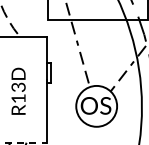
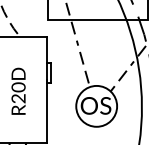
text at (18, 92): R13D -> R20D
line at (24, 142): dashed -> solid
